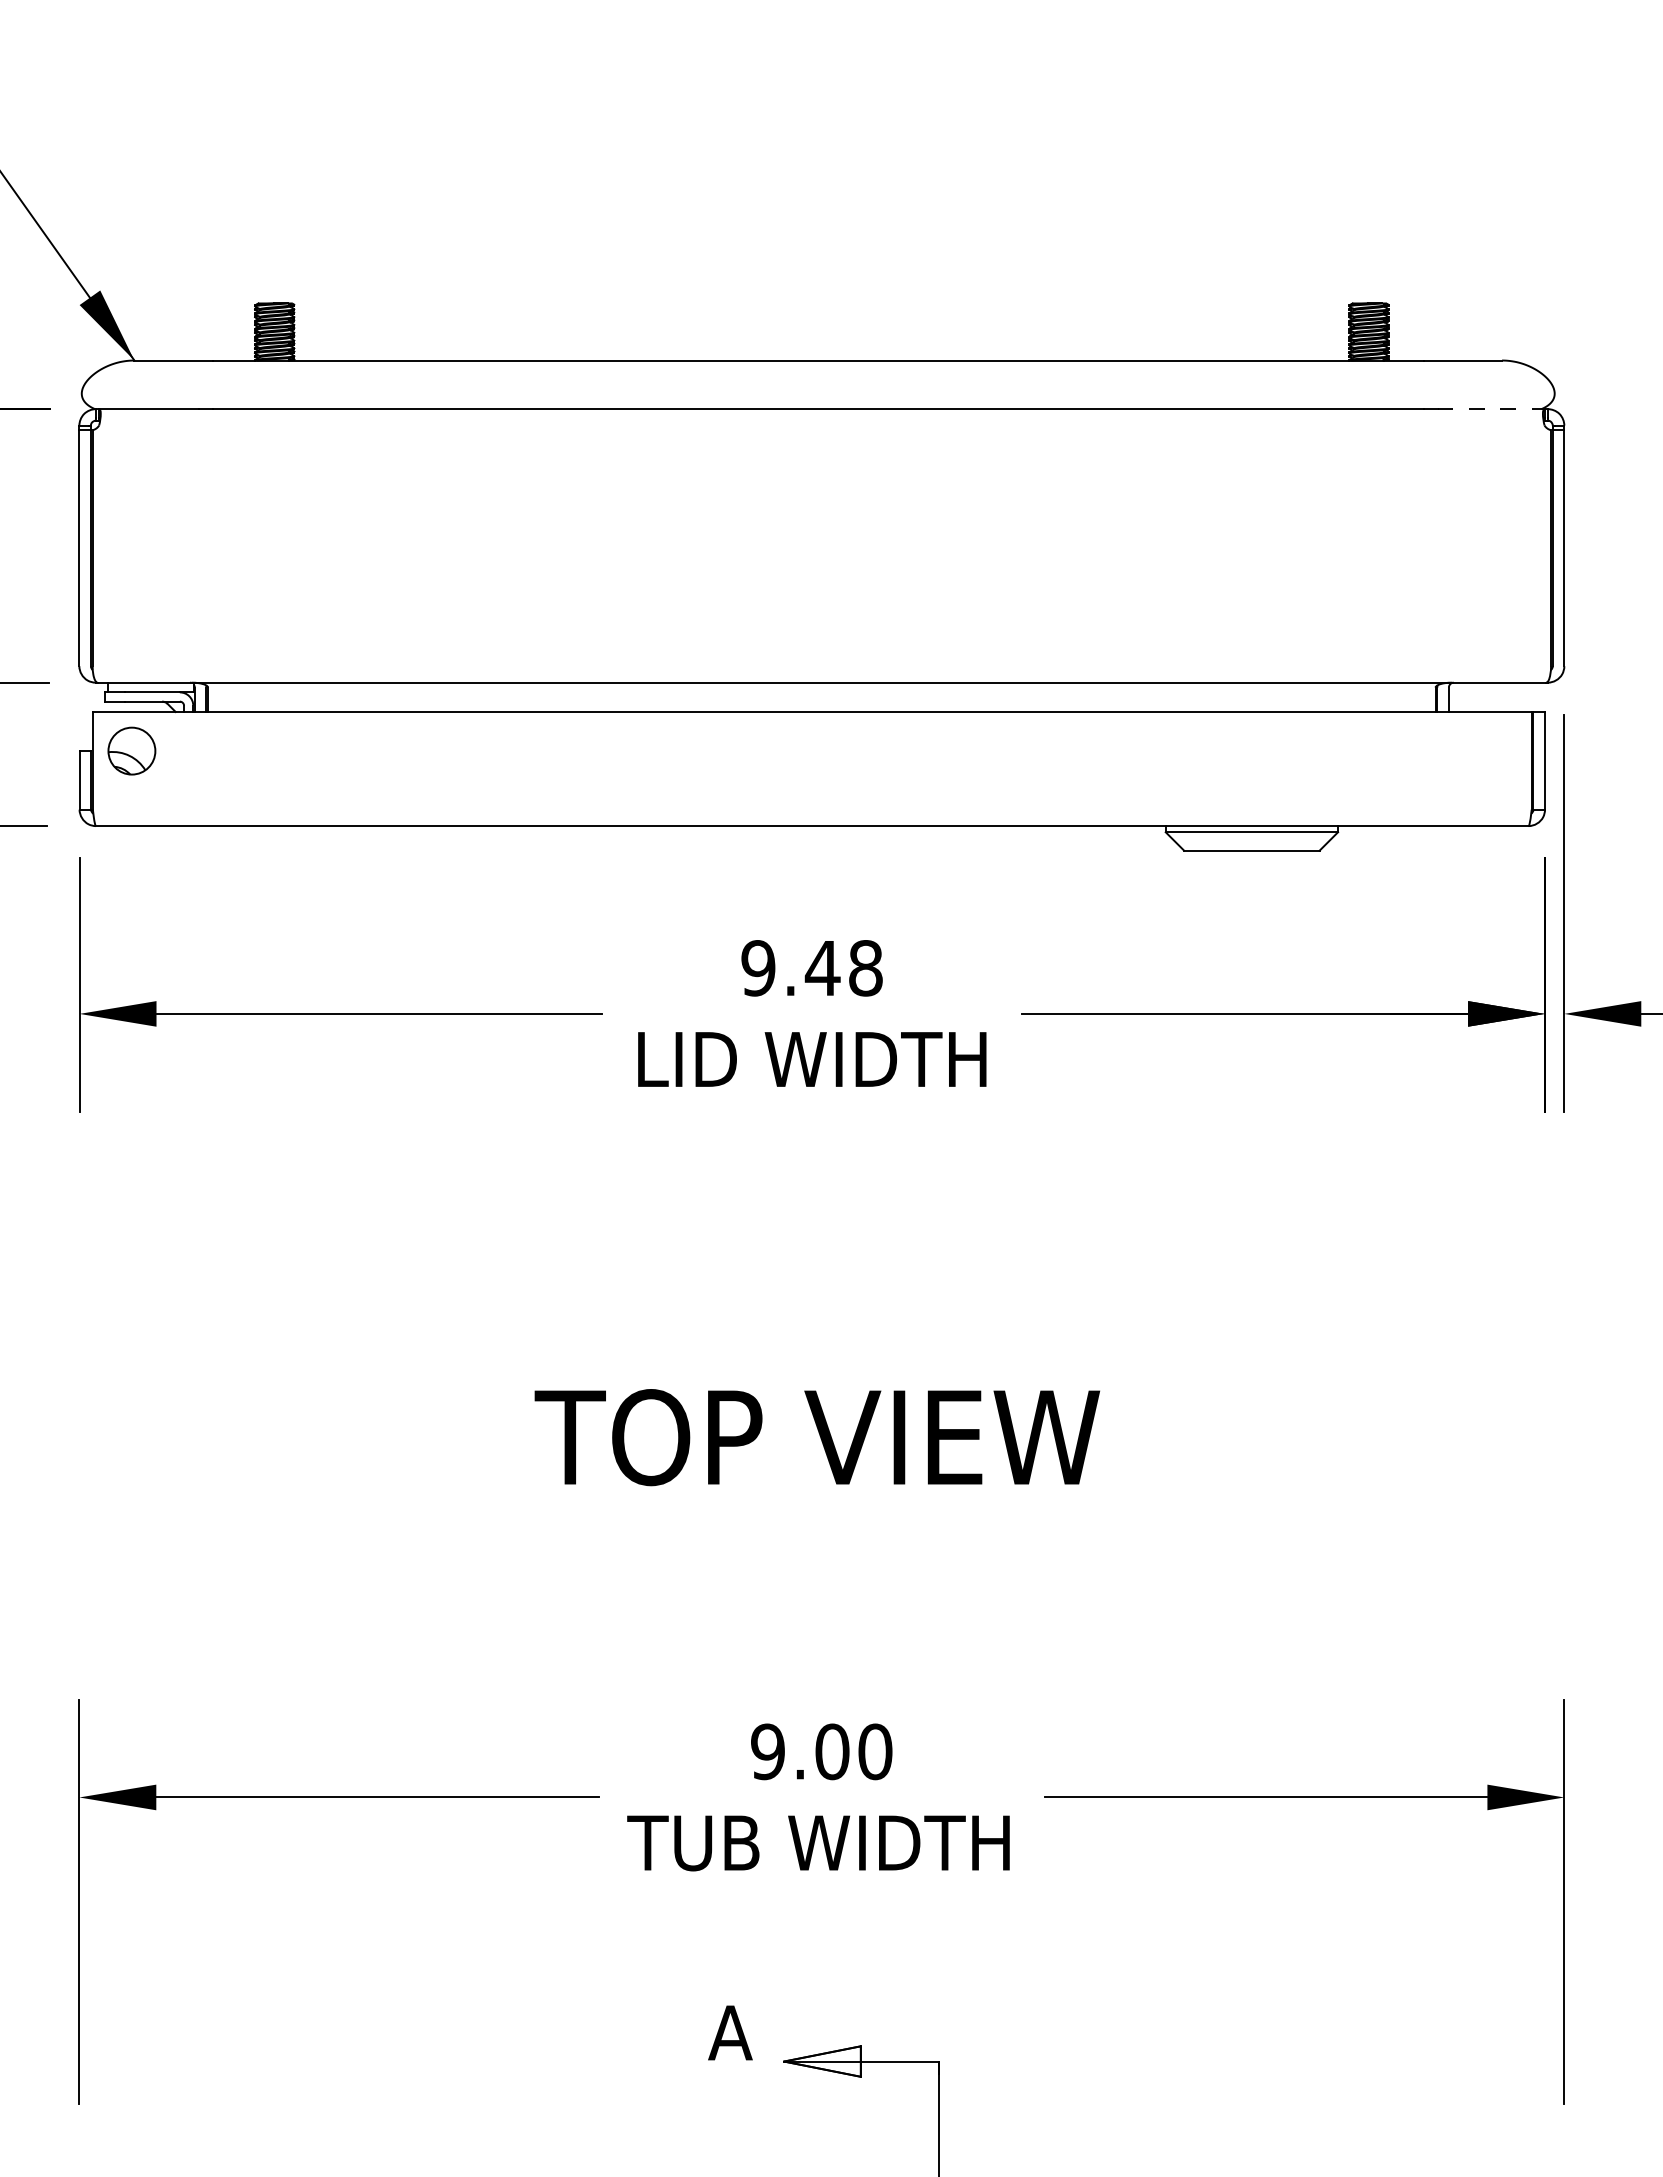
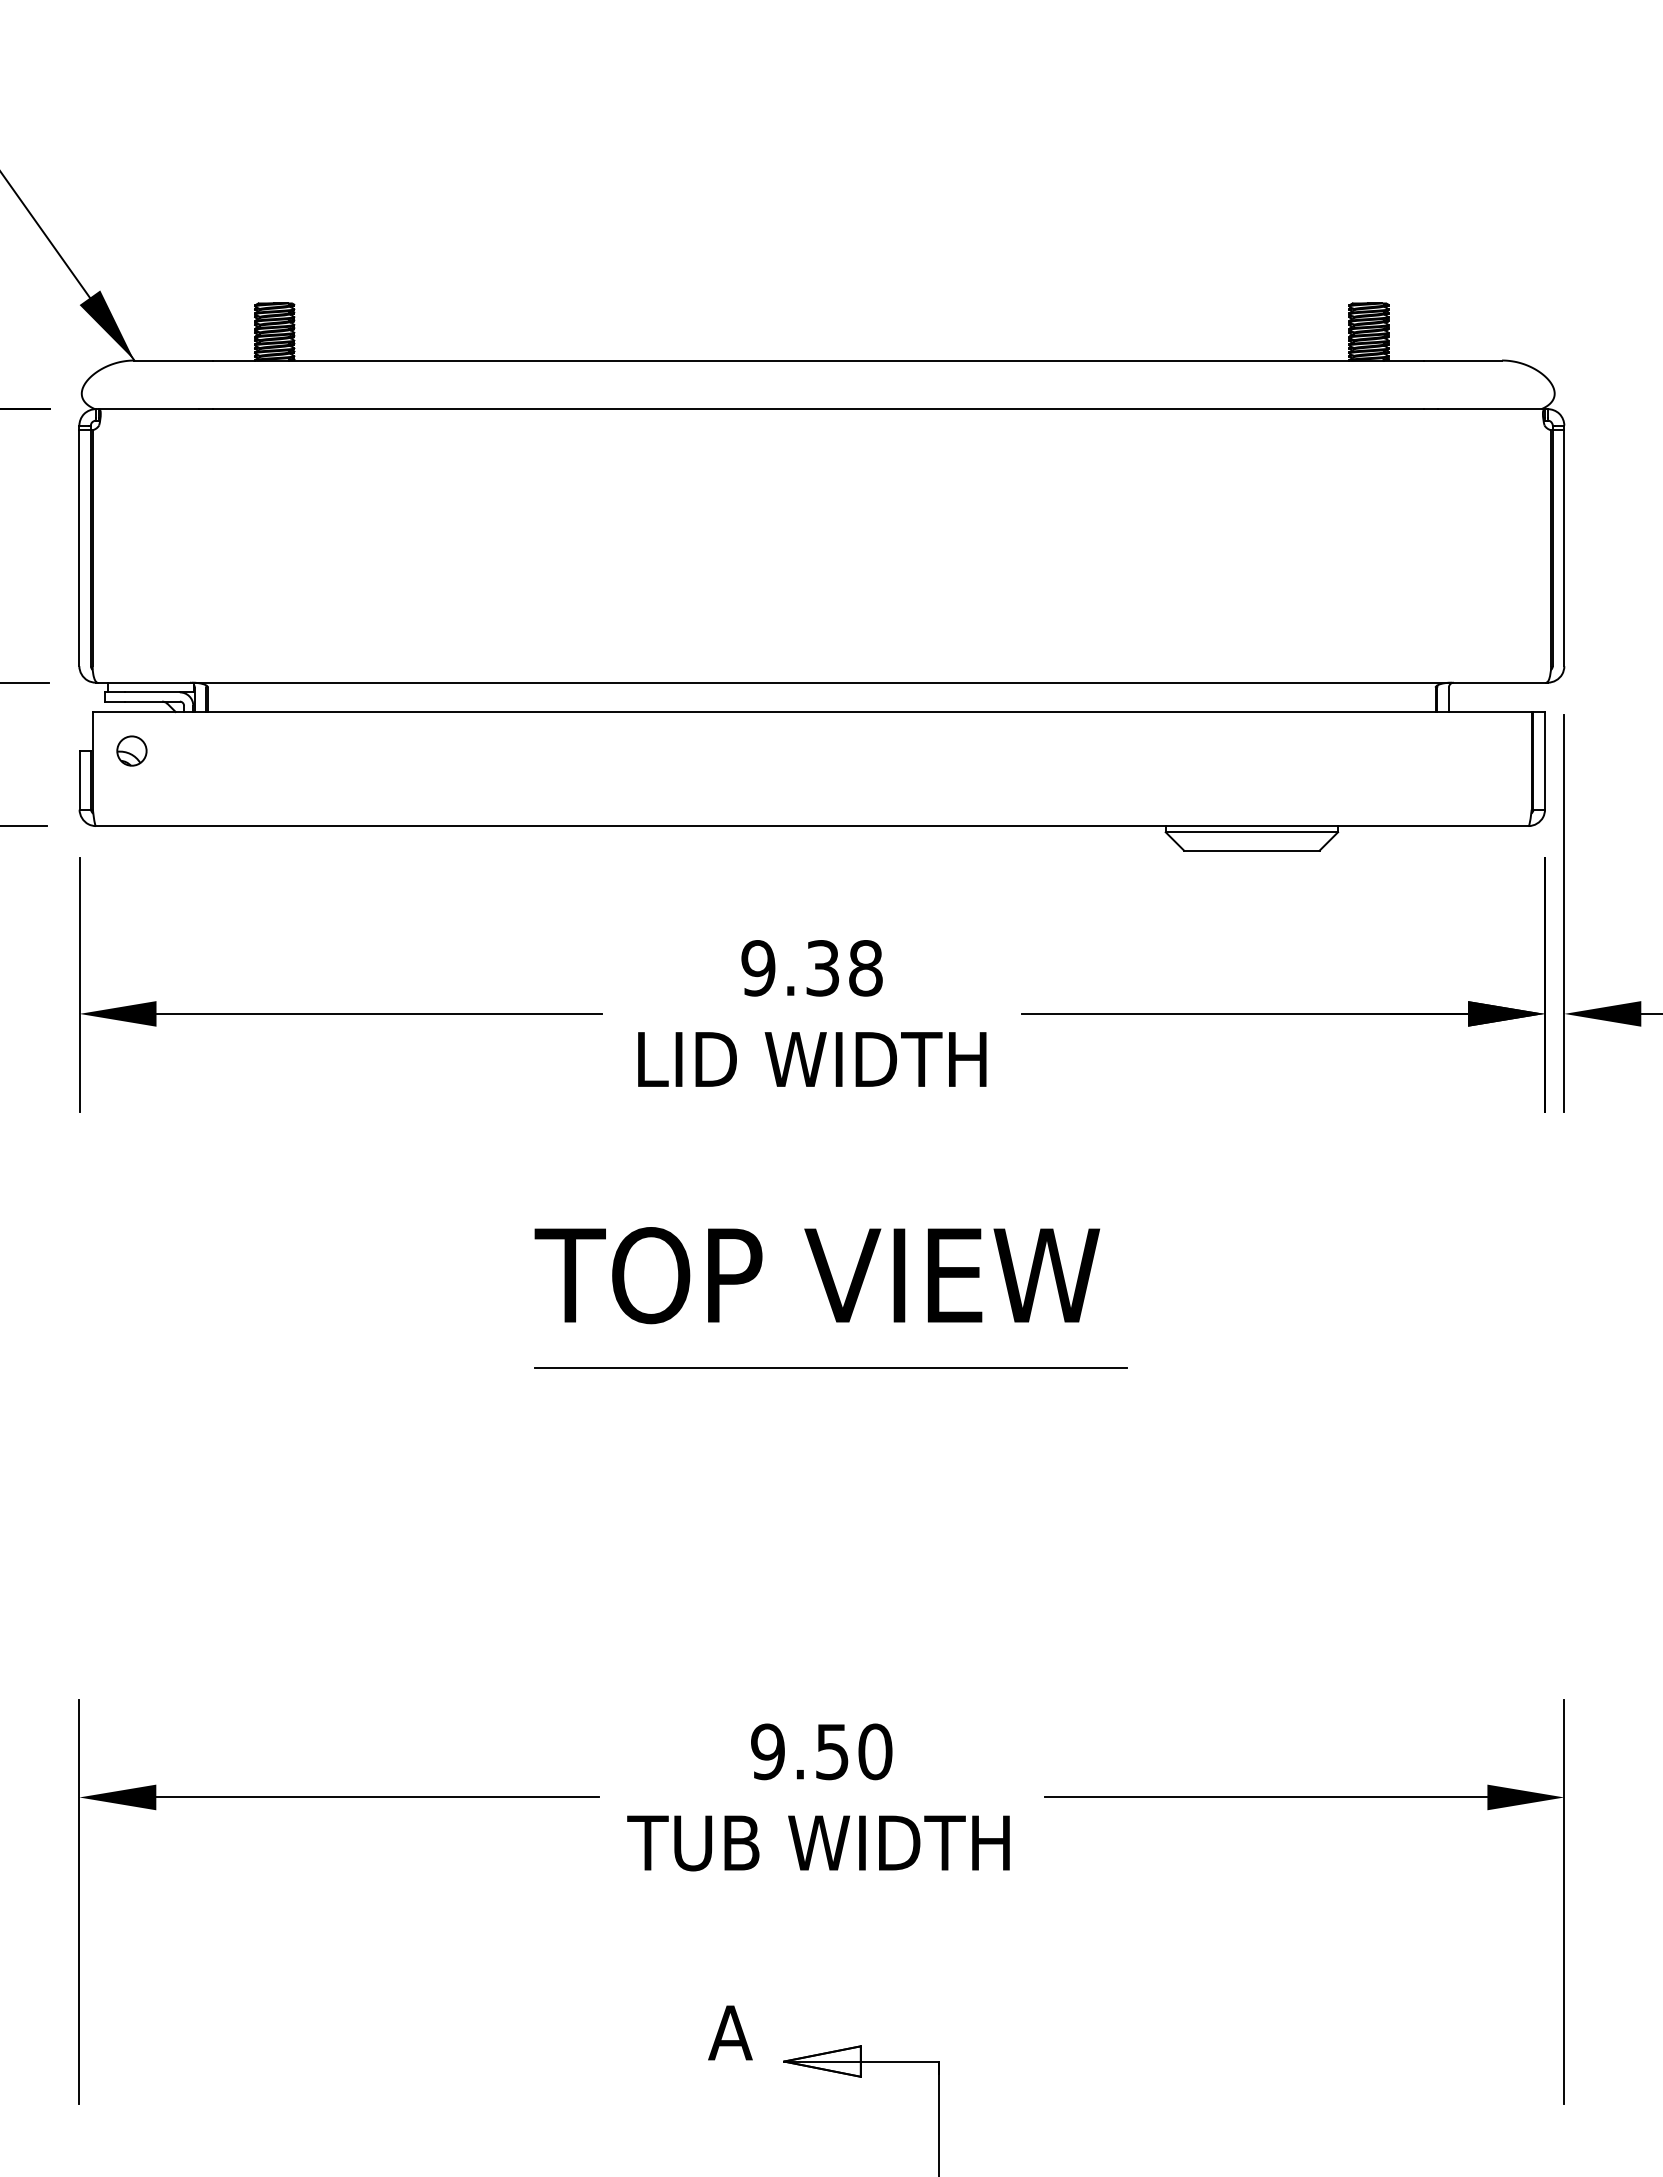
line at (1491, 409): dashed -> solid
part at (131, 750) size: 50x50 px -> 32x32 px
text at (822, 968): 9.48 -> 9.38
line at (830, 1368): none -> present
text at (817, 1437) position: (817, 1437) -> (817, 1275)
text at (832, 1751): 9.00 -> 9.50
